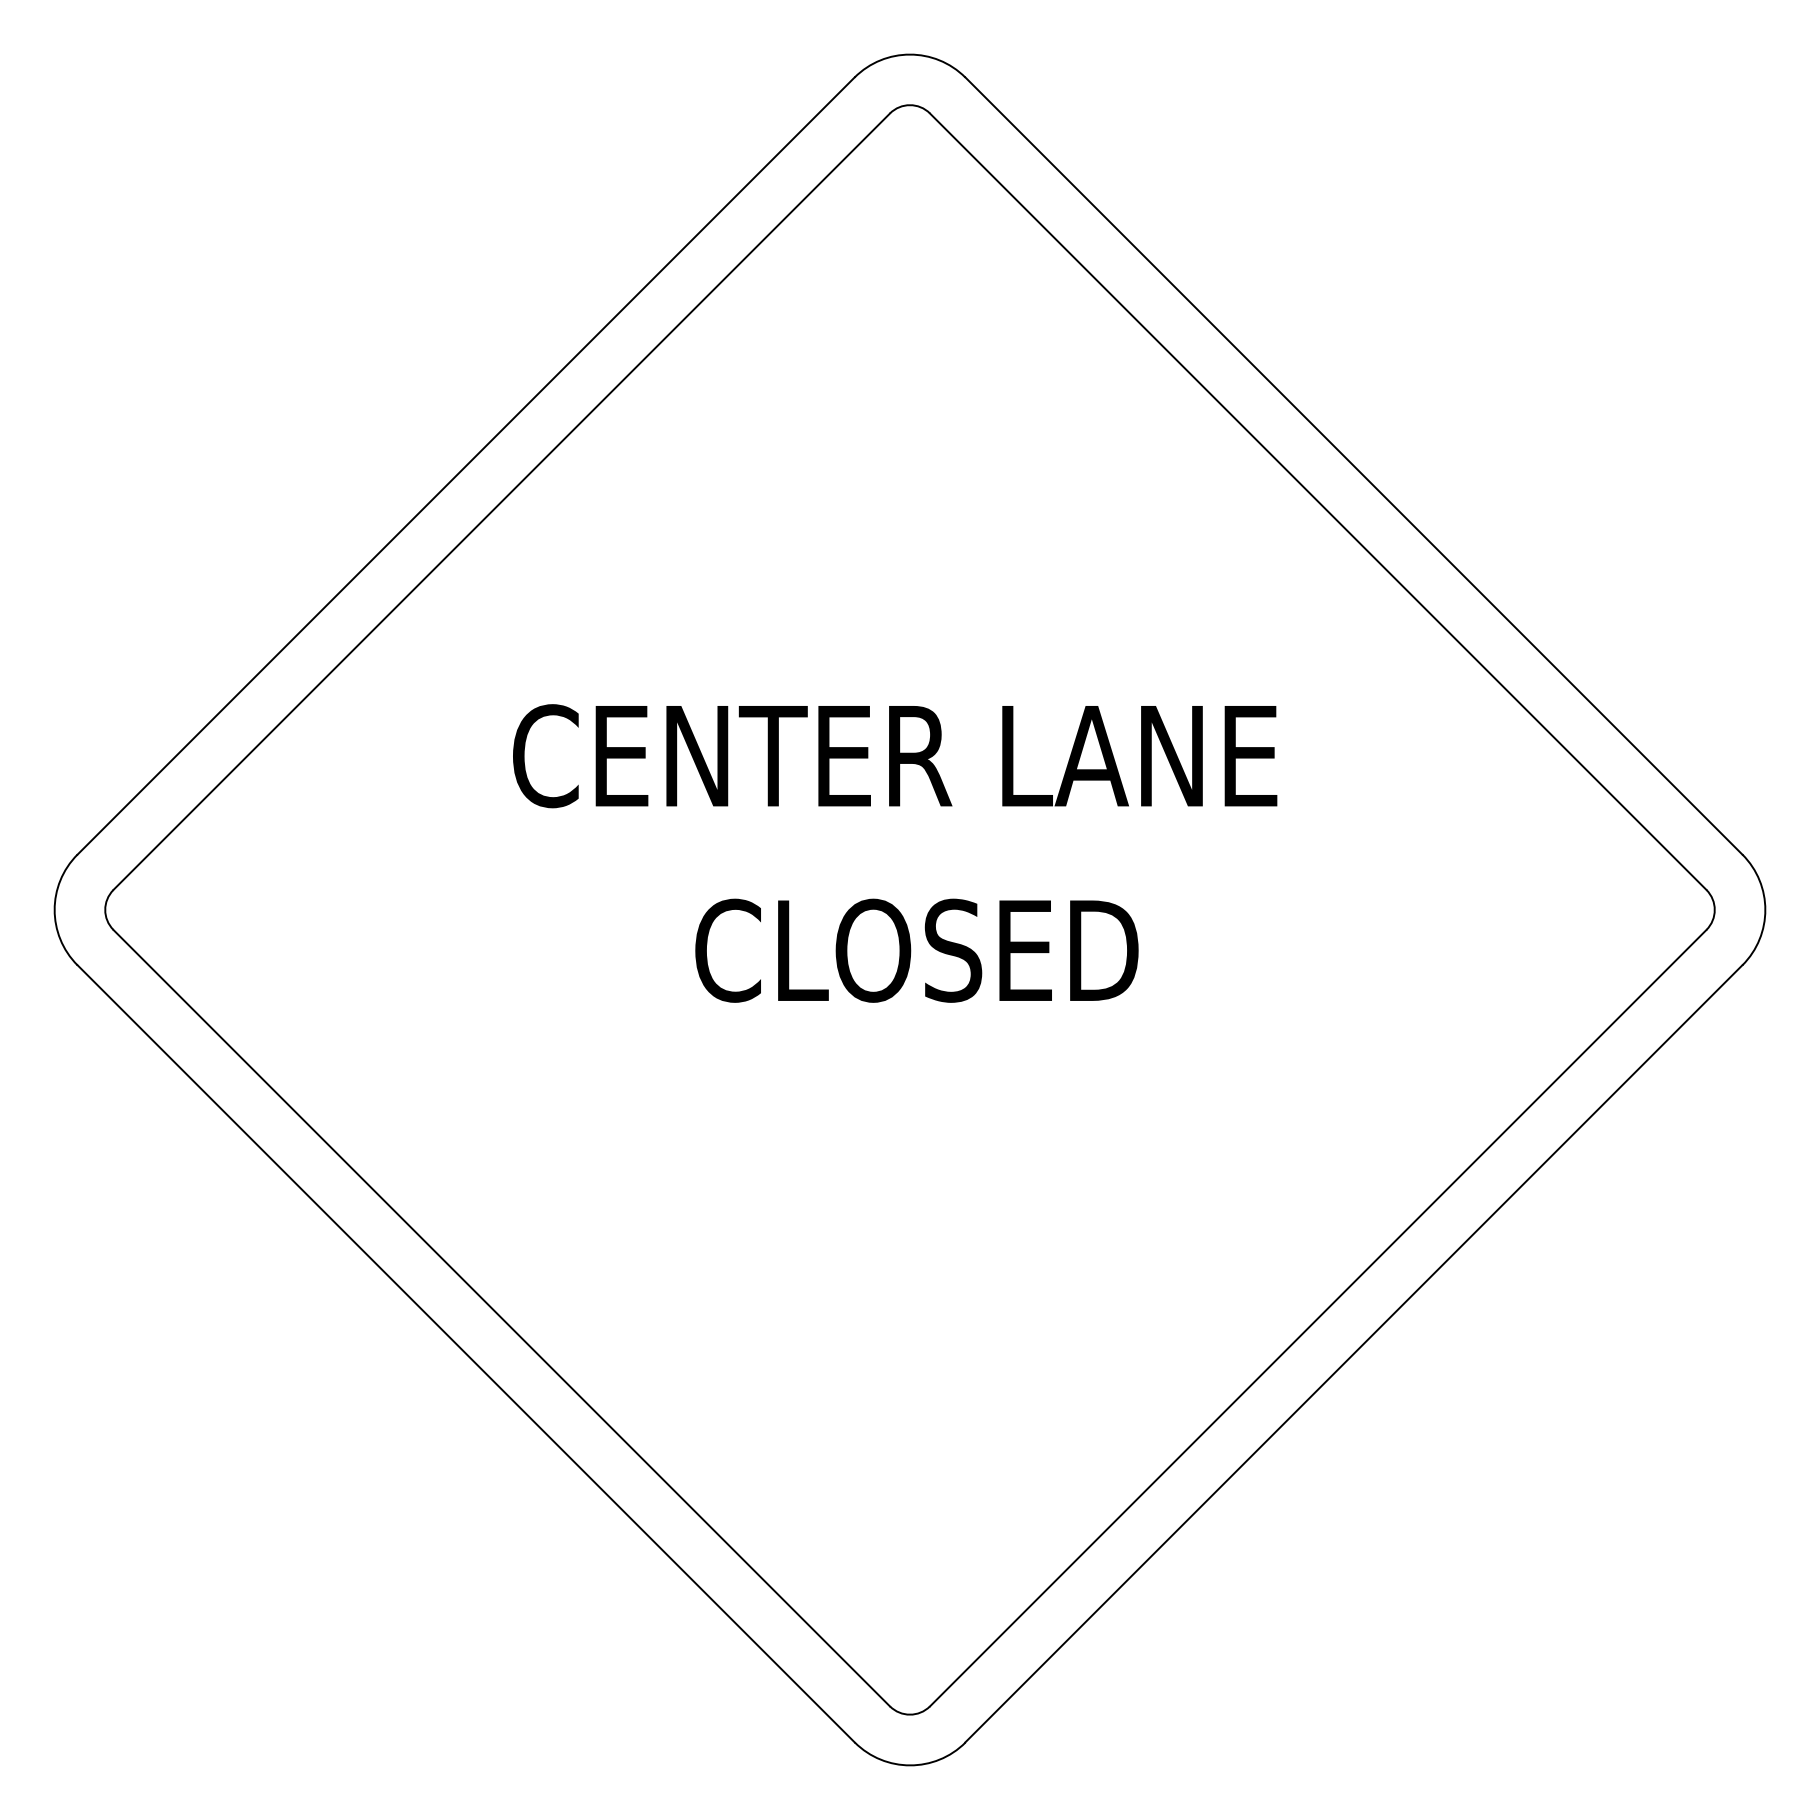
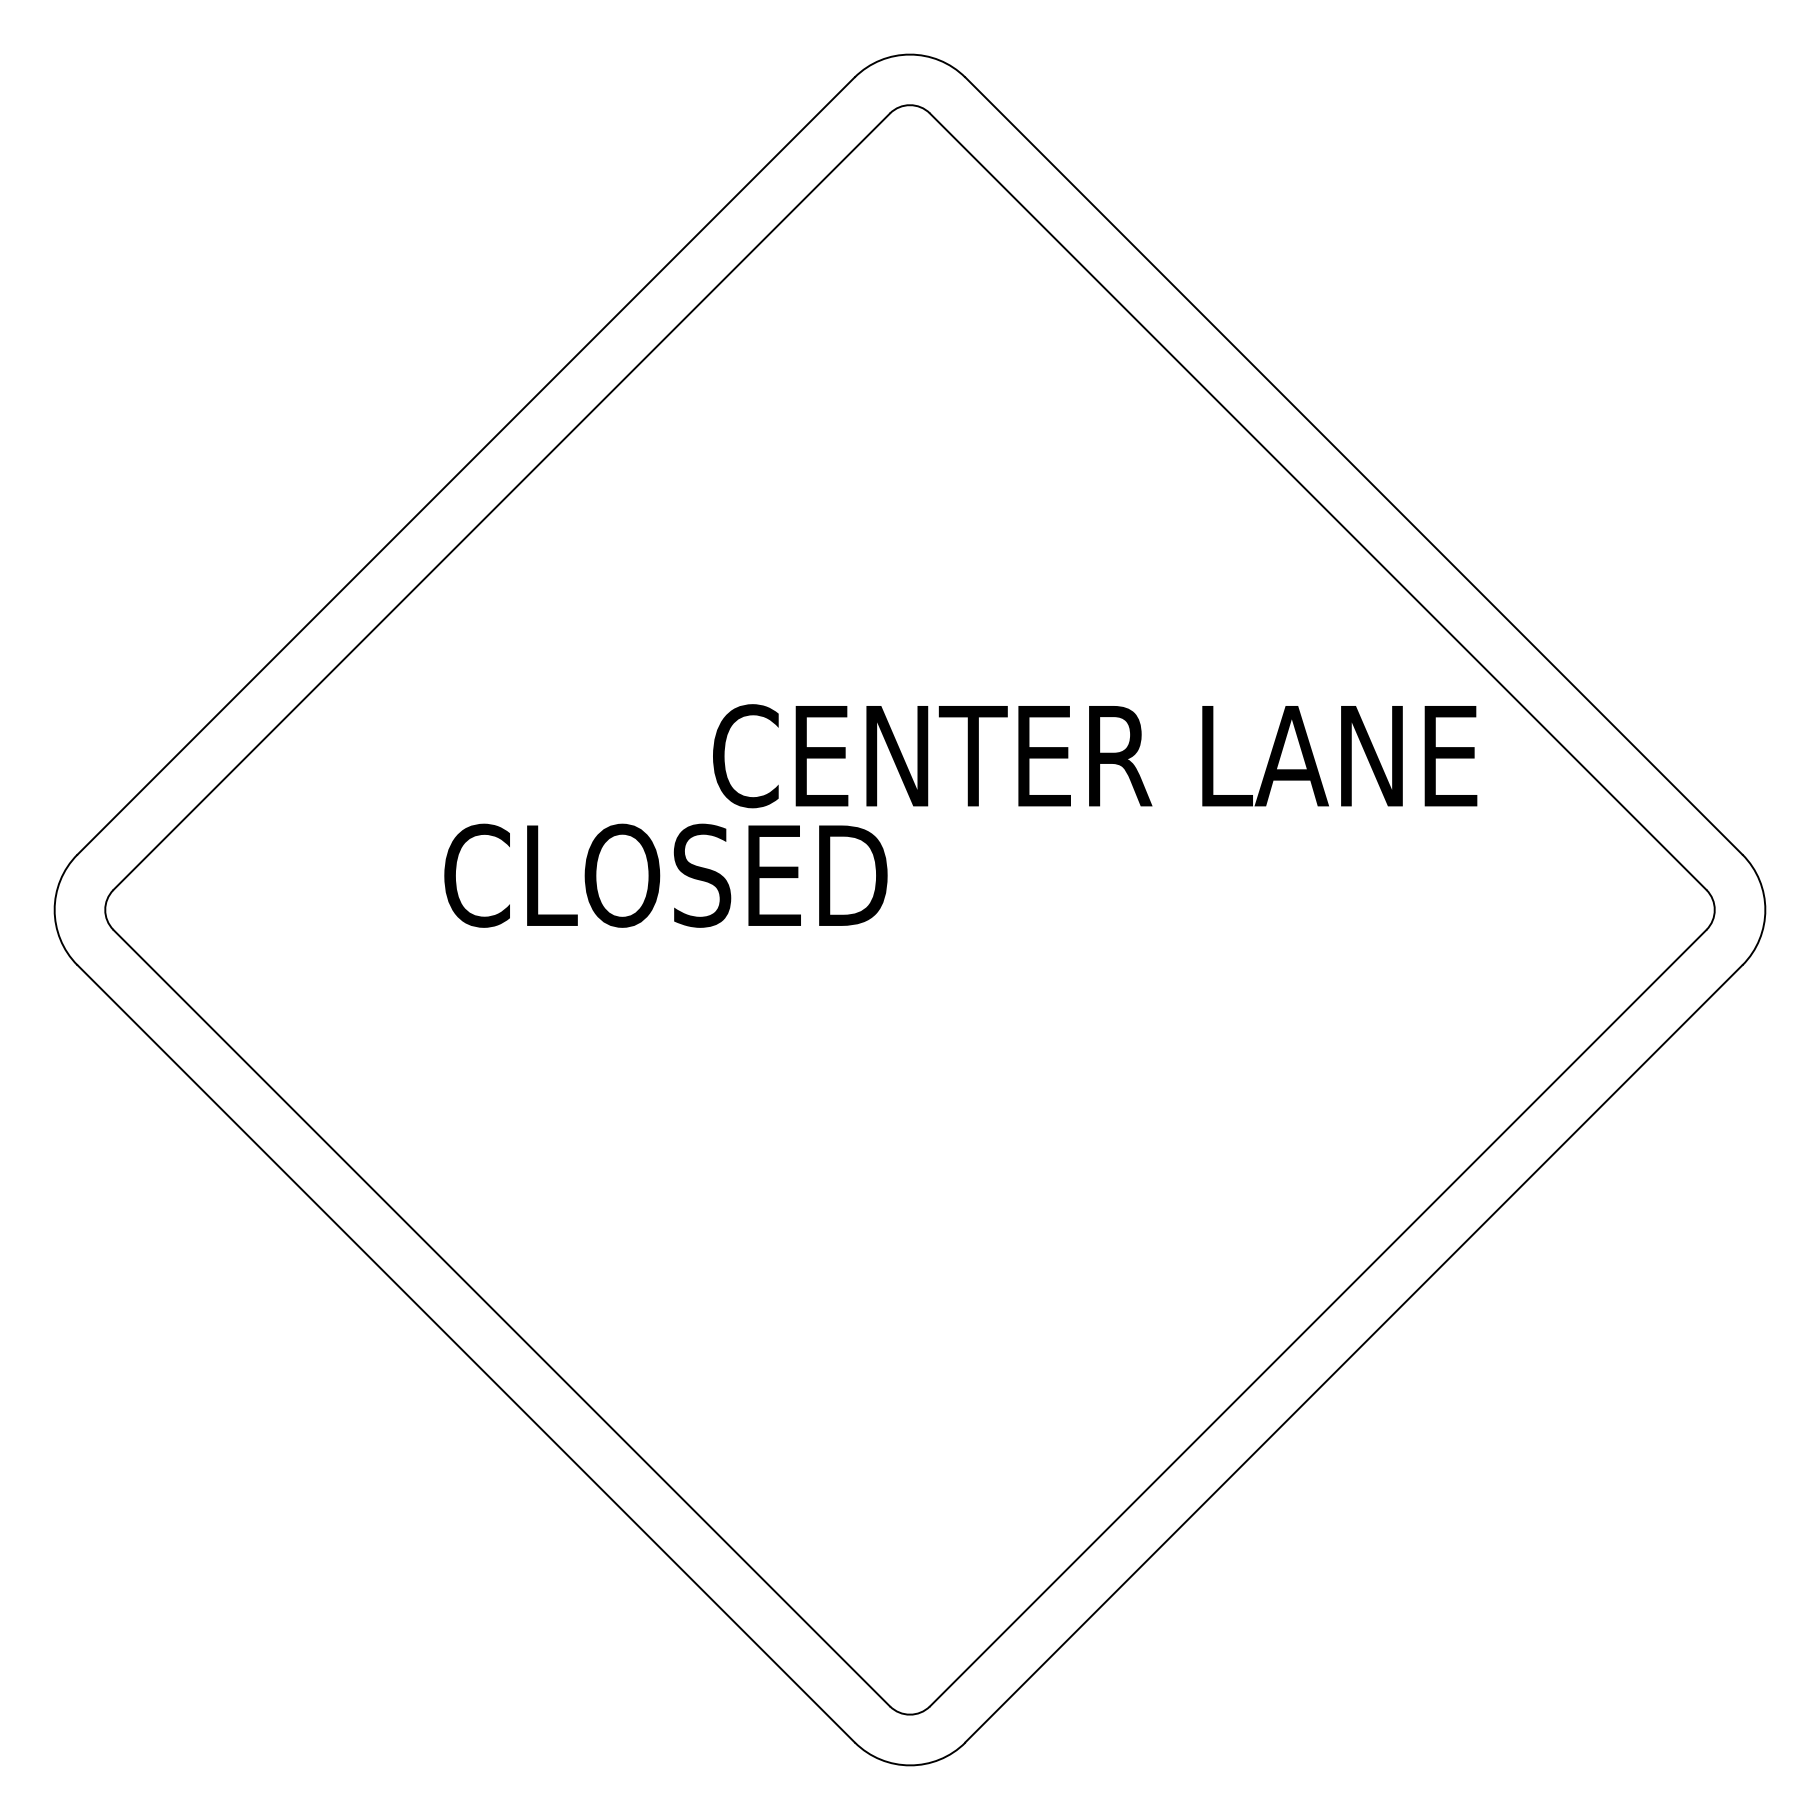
text at (895, 756) position: (895, 756) -> (1095, 756)
text at (916, 950) position: (916, 950) -> (665, 875)
